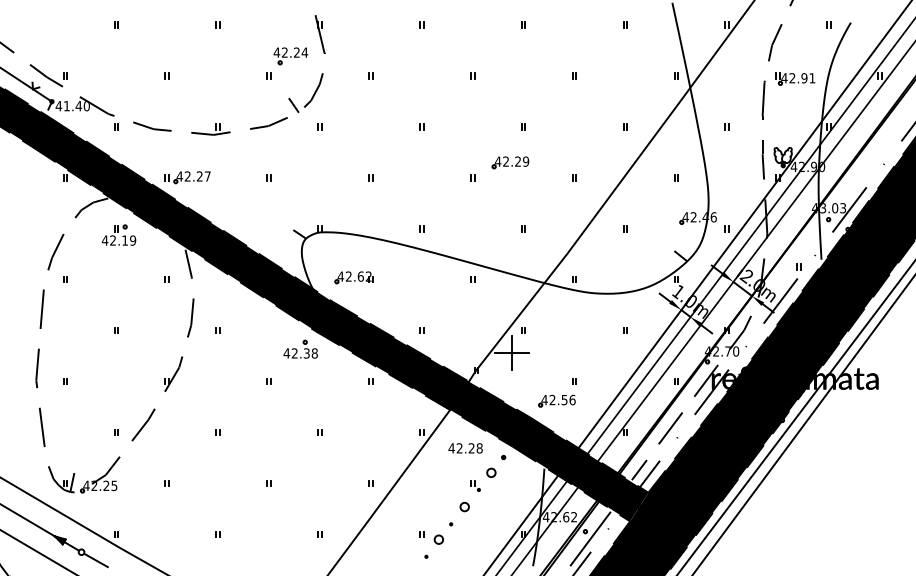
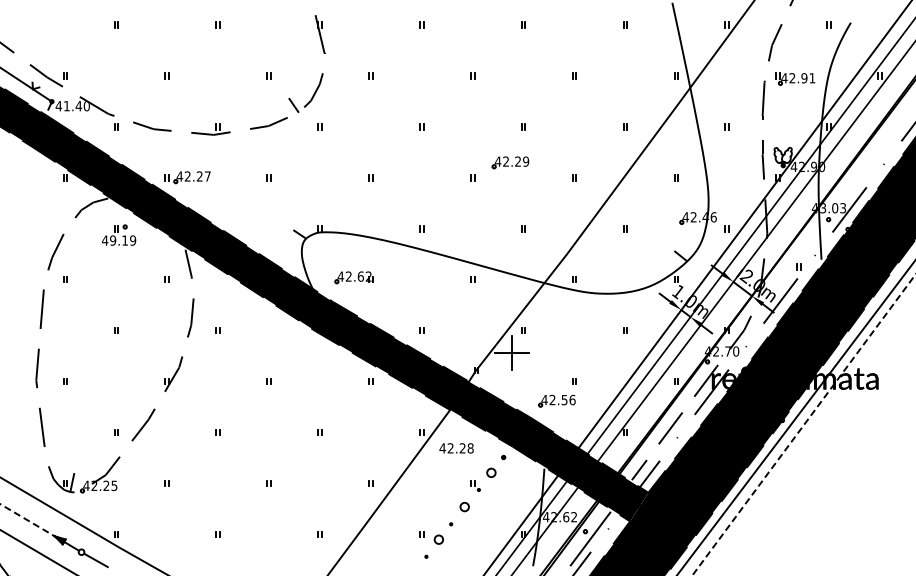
part at (290, 56): present -> none
text at (113, 240): 42.19 -> 49.19
part at (300, 348): present -> none
line at (804, 424): solid -> dashed
text at (465, 448) position: (465, 448) -> (456, 448)
line at (28, 520): solid -> dashed
